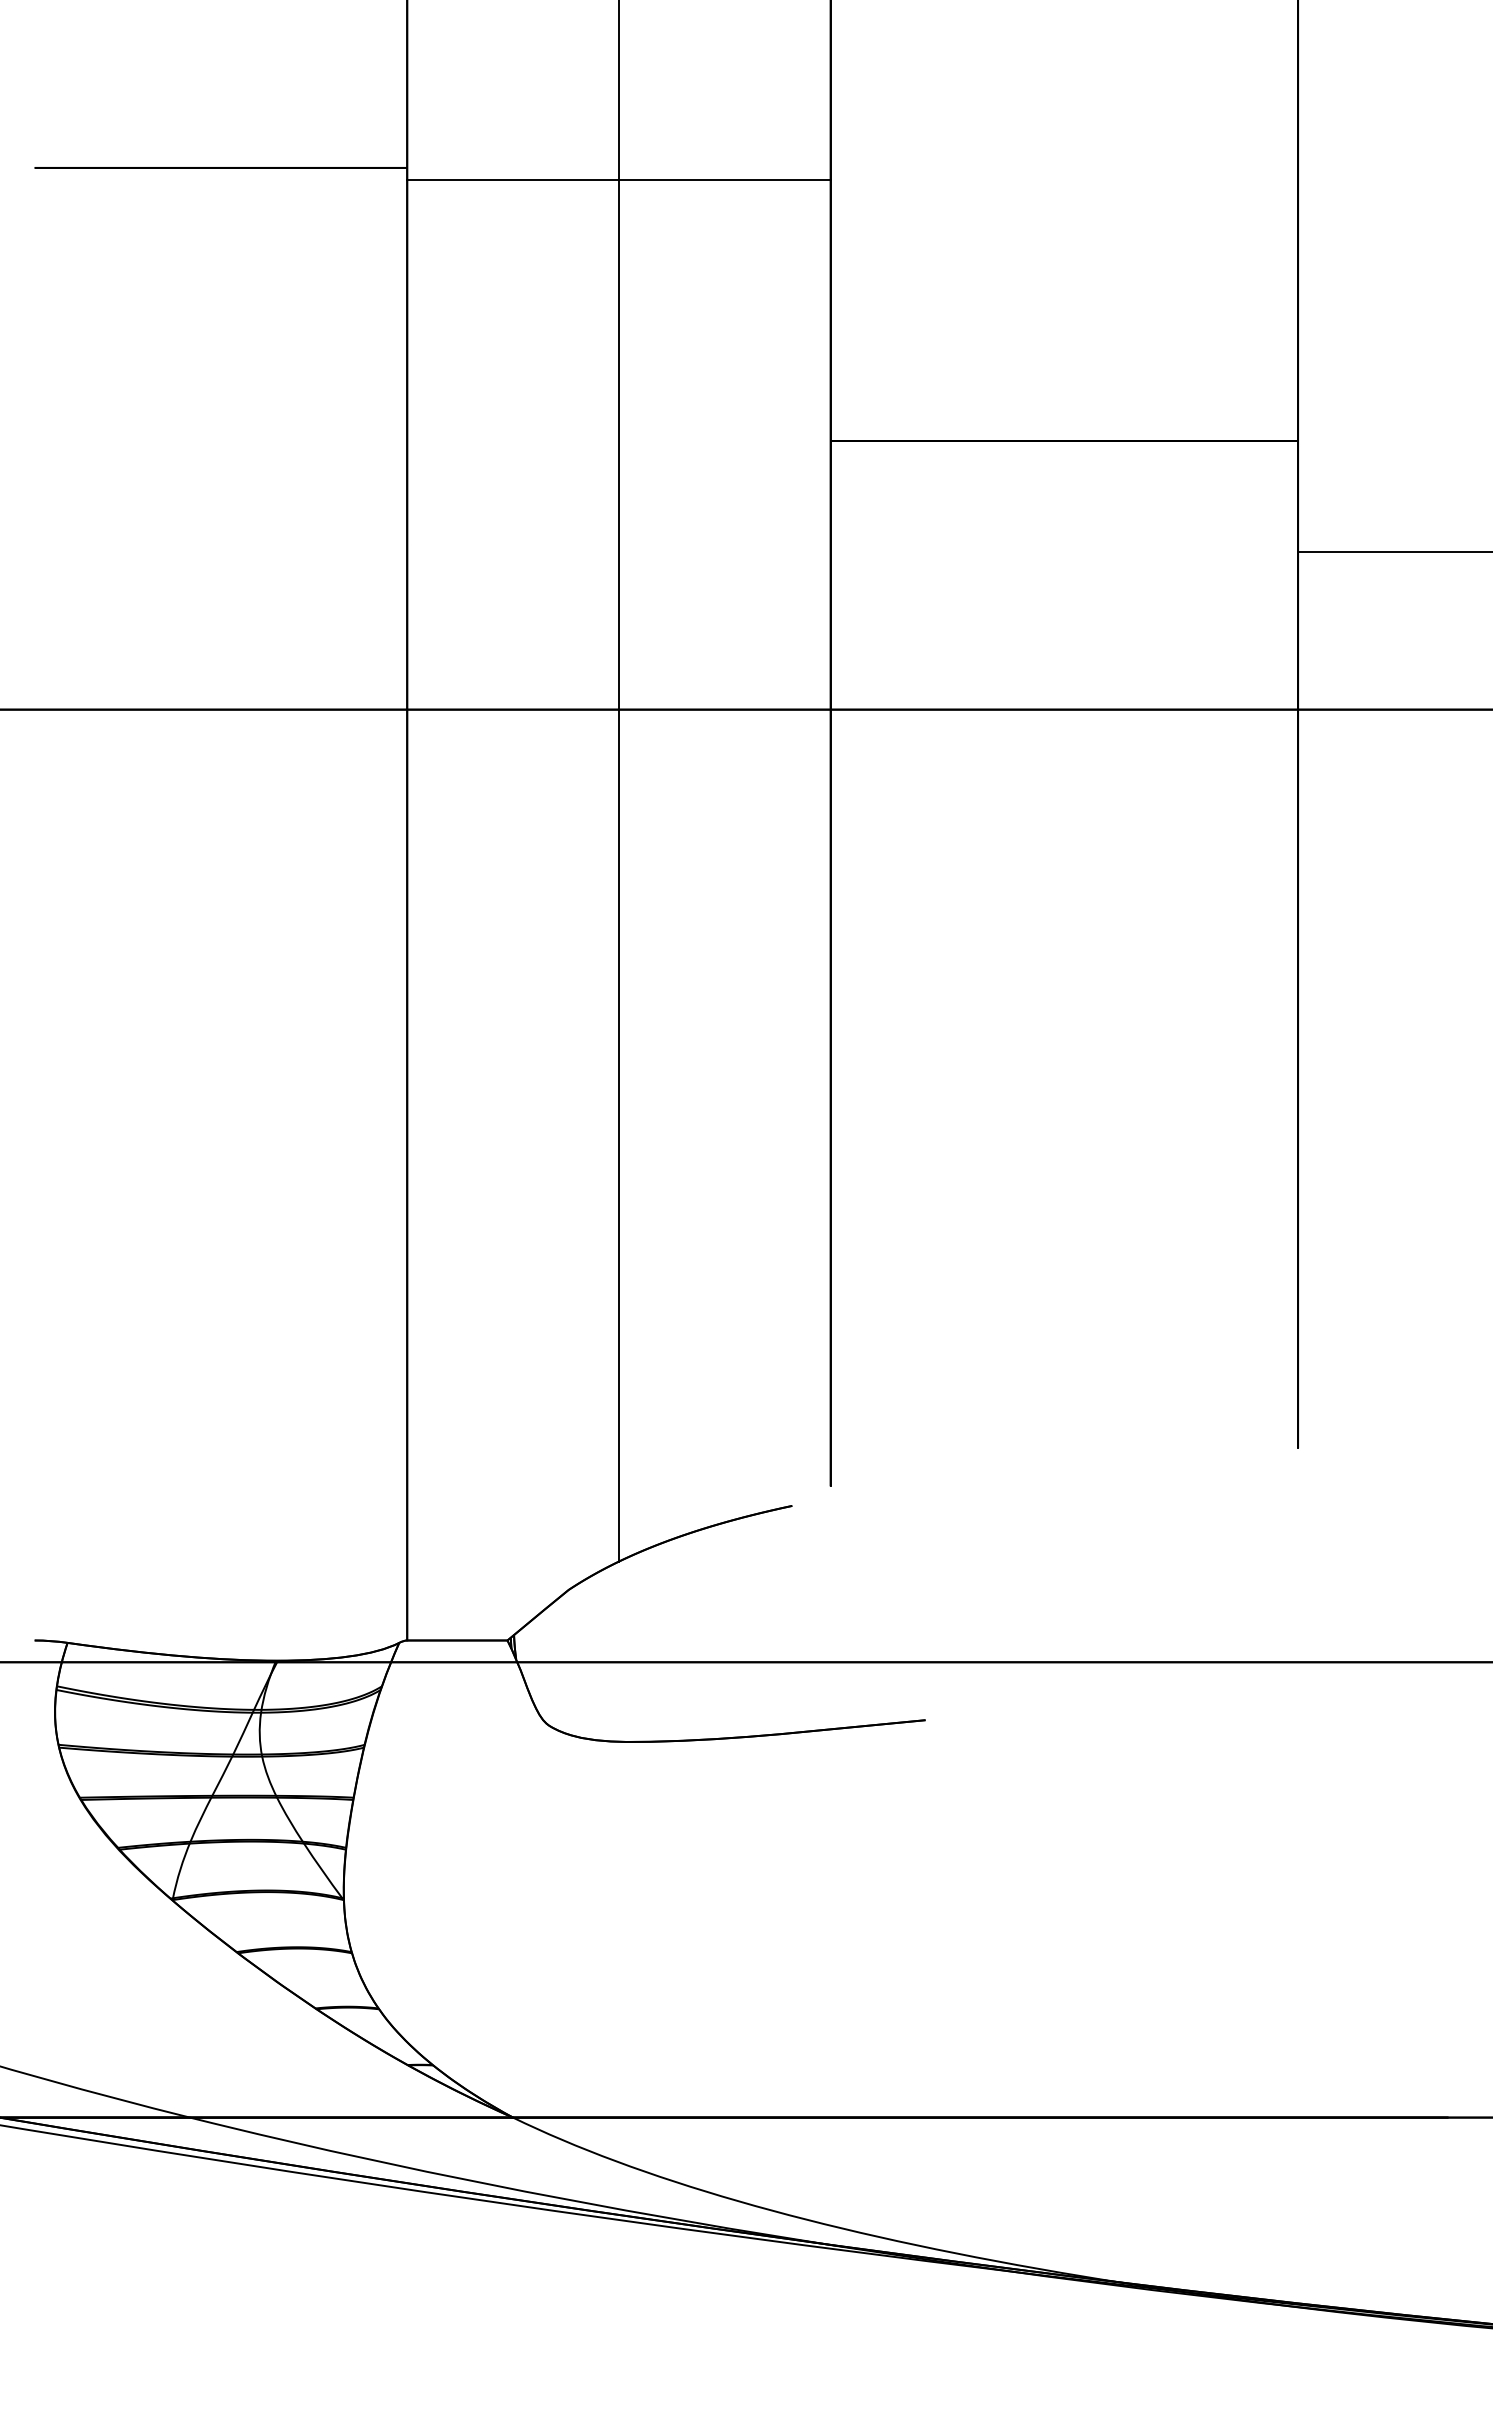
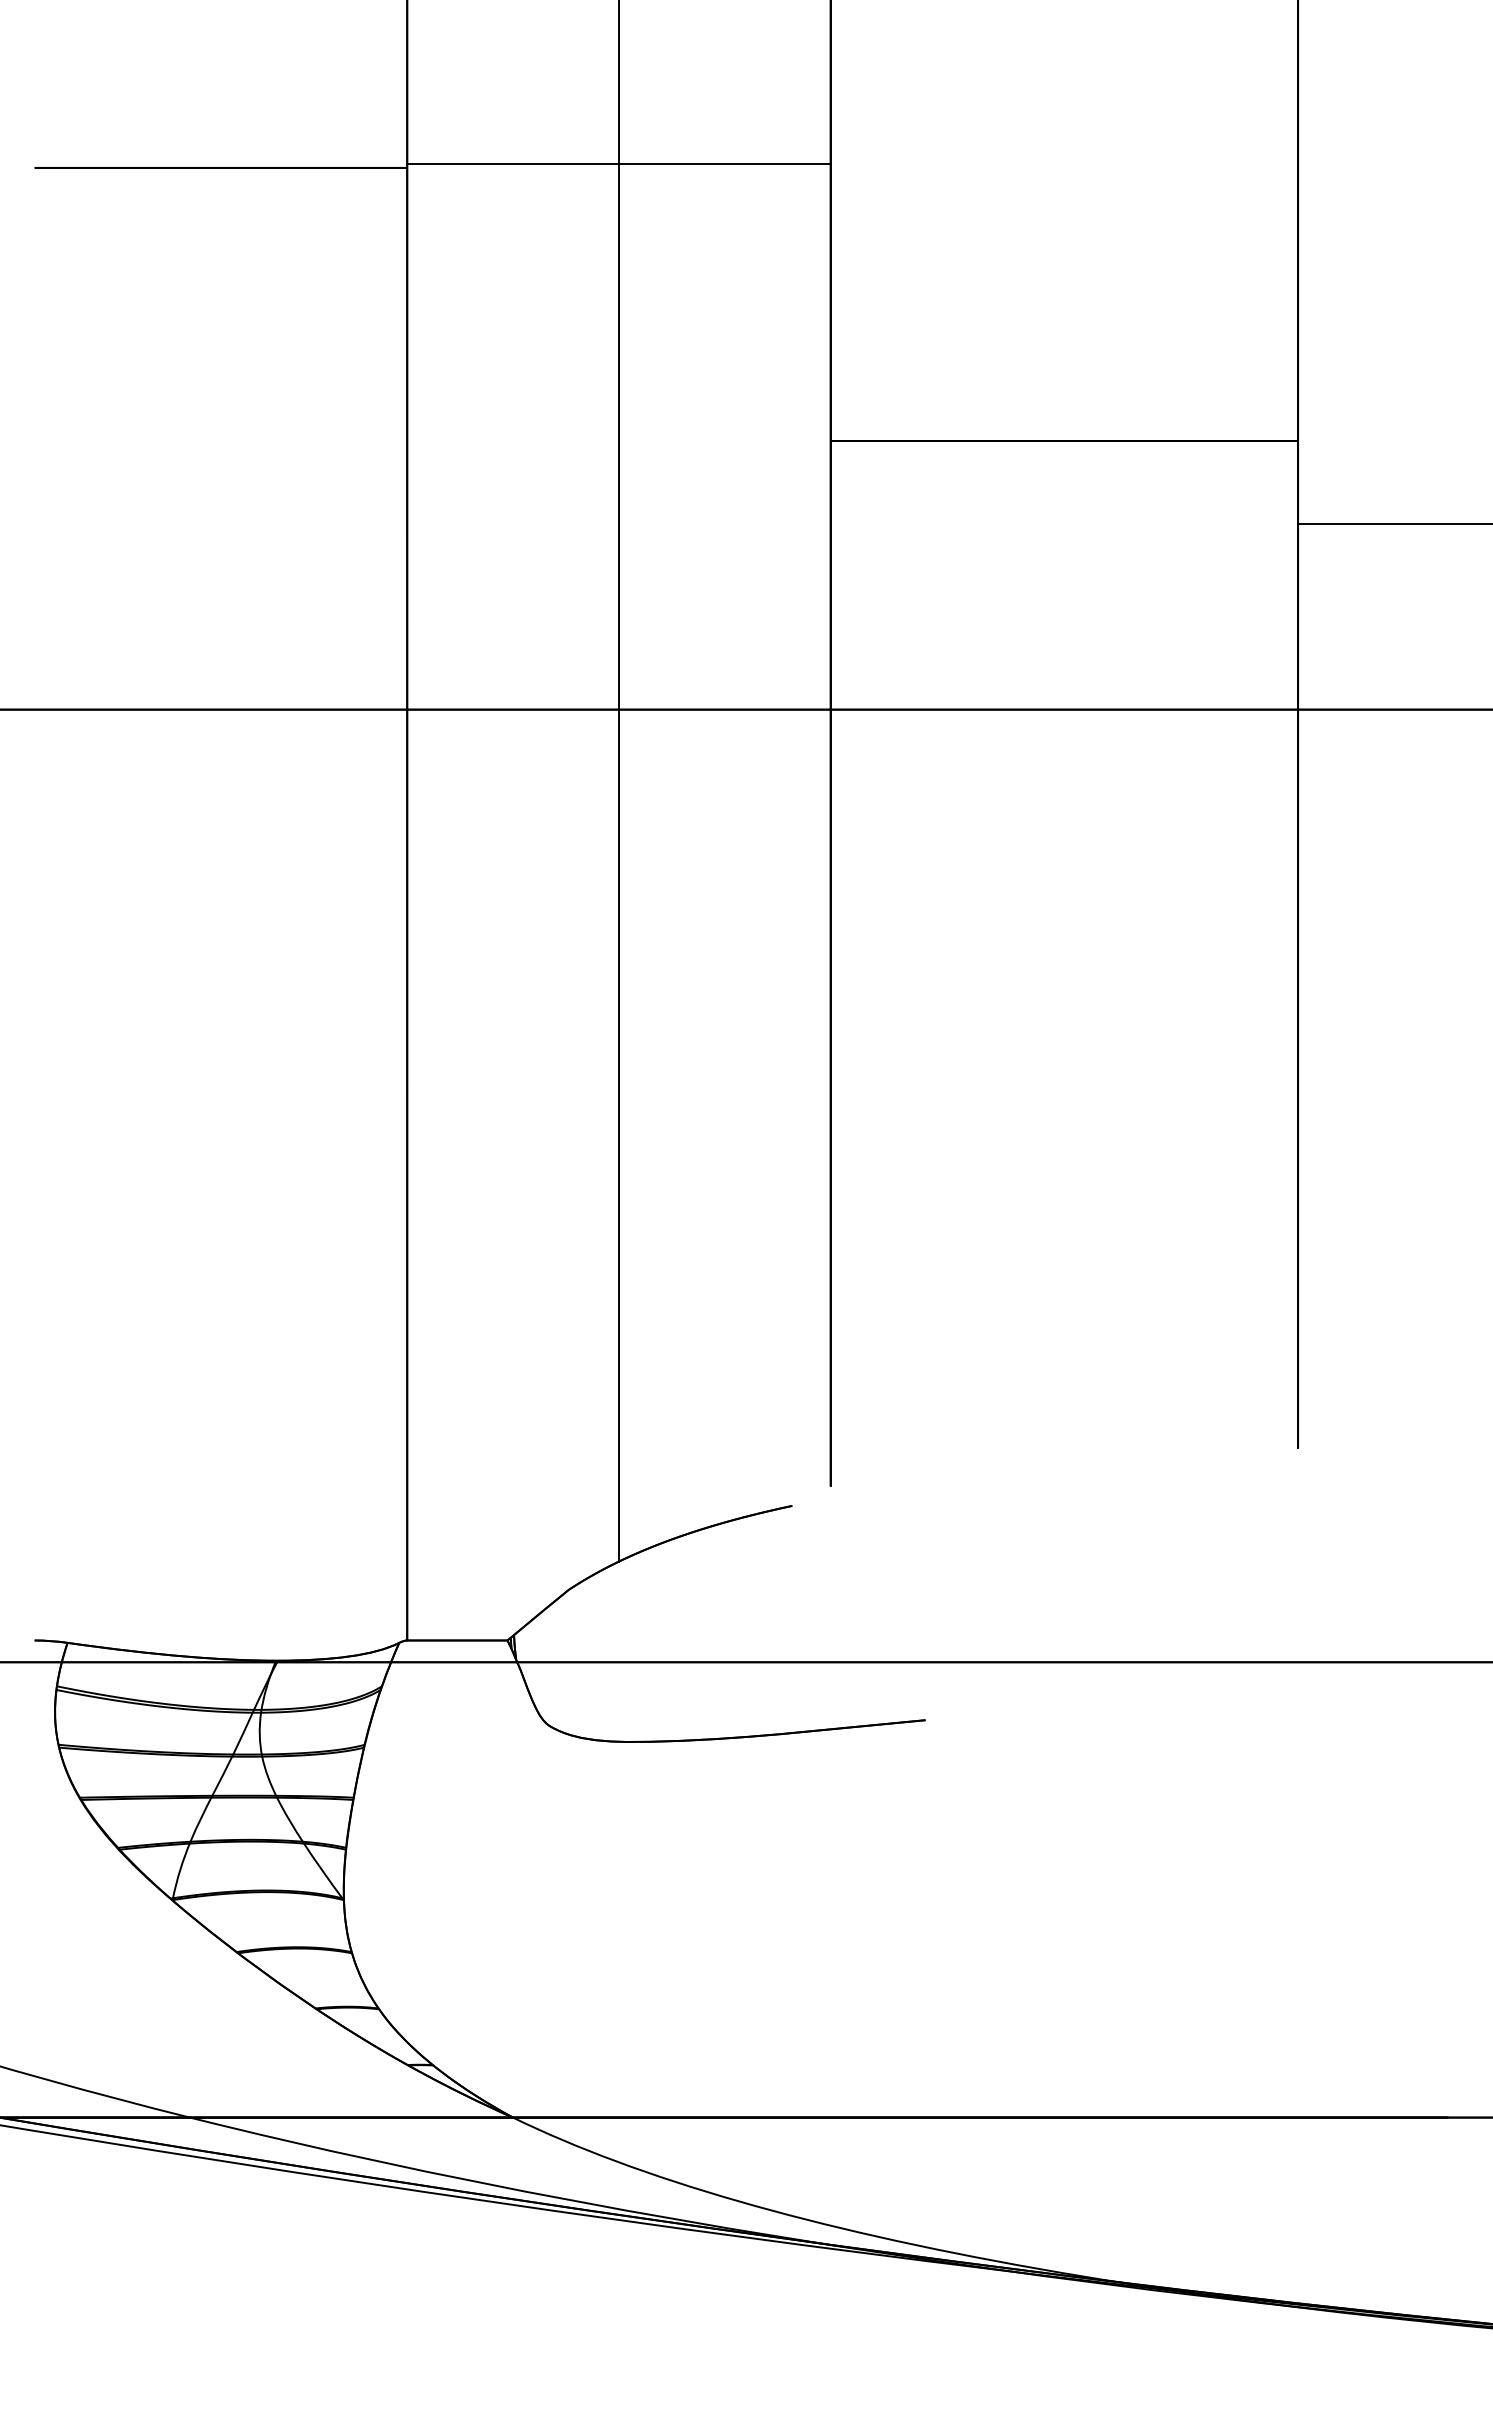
line at (618, 179) position: (618, 179) -> (618, 163)
line at (1393, 551) position: (1393, 551) -> (1393, 523)
